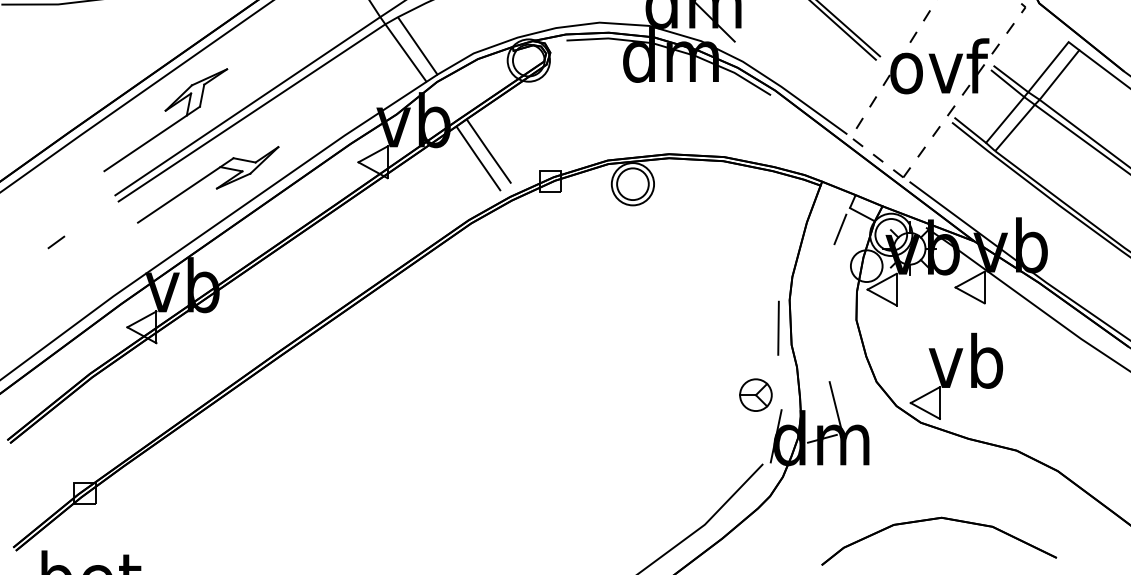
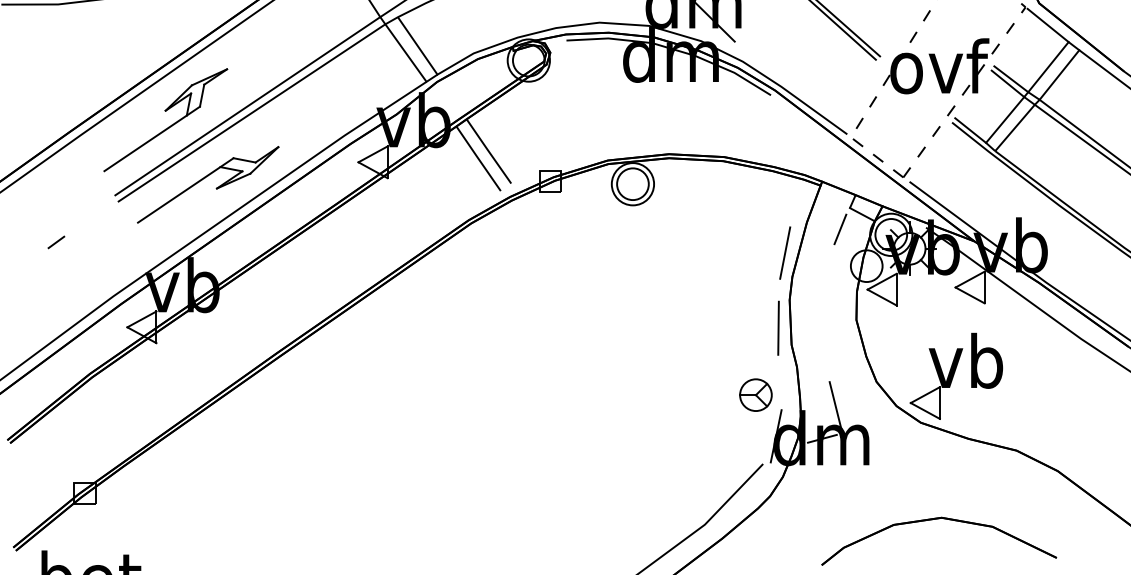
line at (1047, 25): none -> present
line at (785, 252): none -> present
